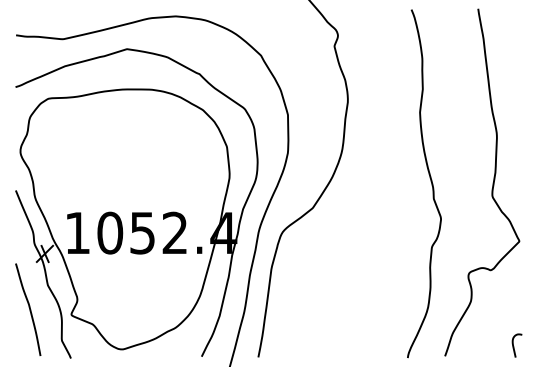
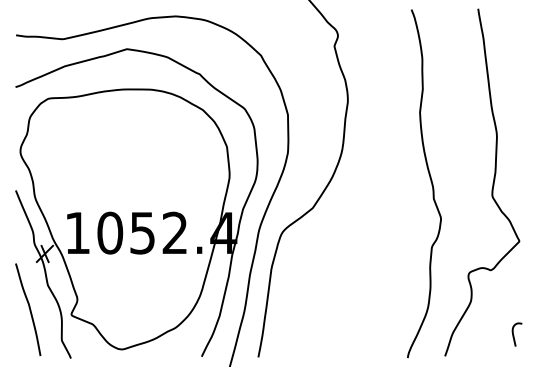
curve at (514, 346) position: (514, 346) -> (514, 335)
